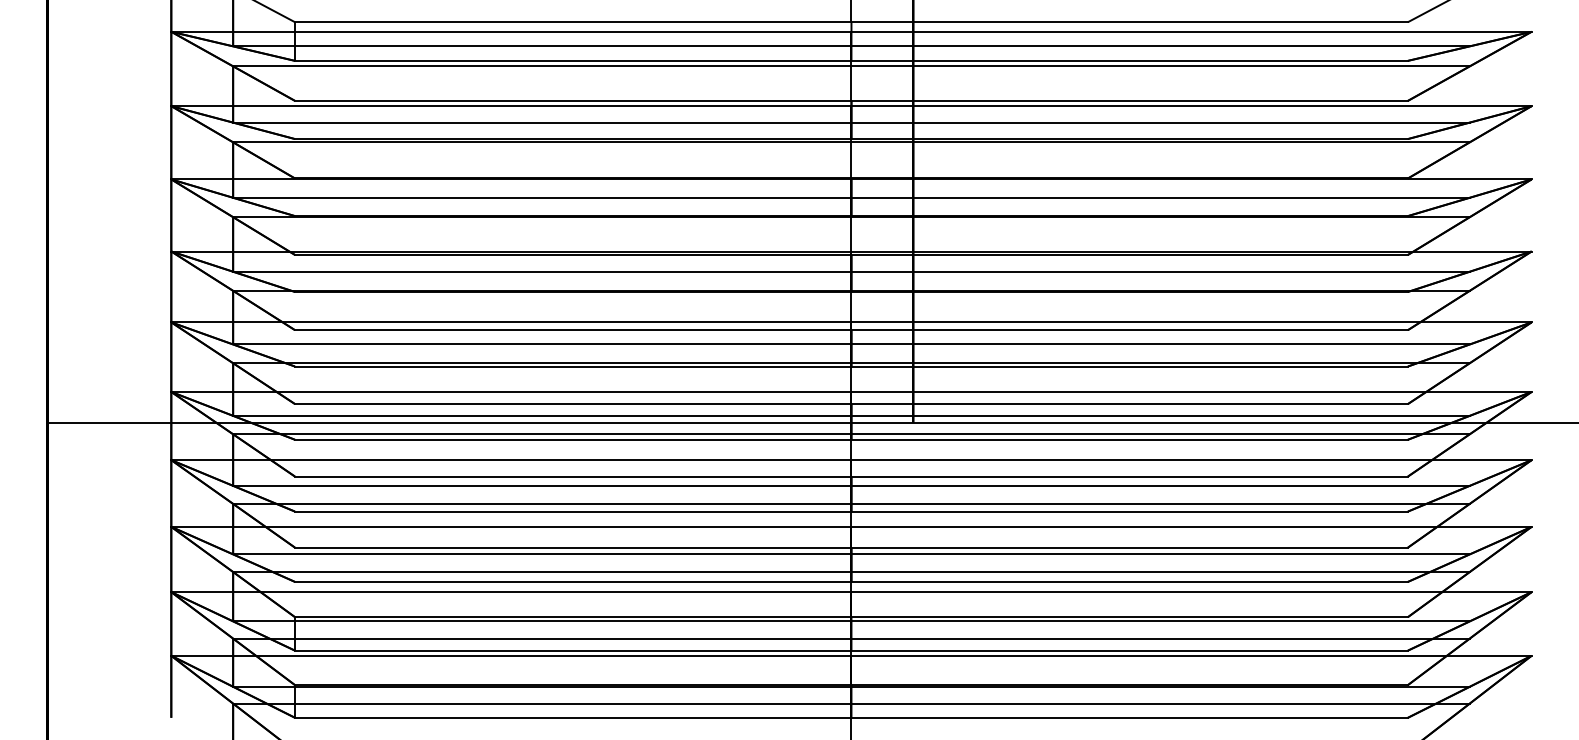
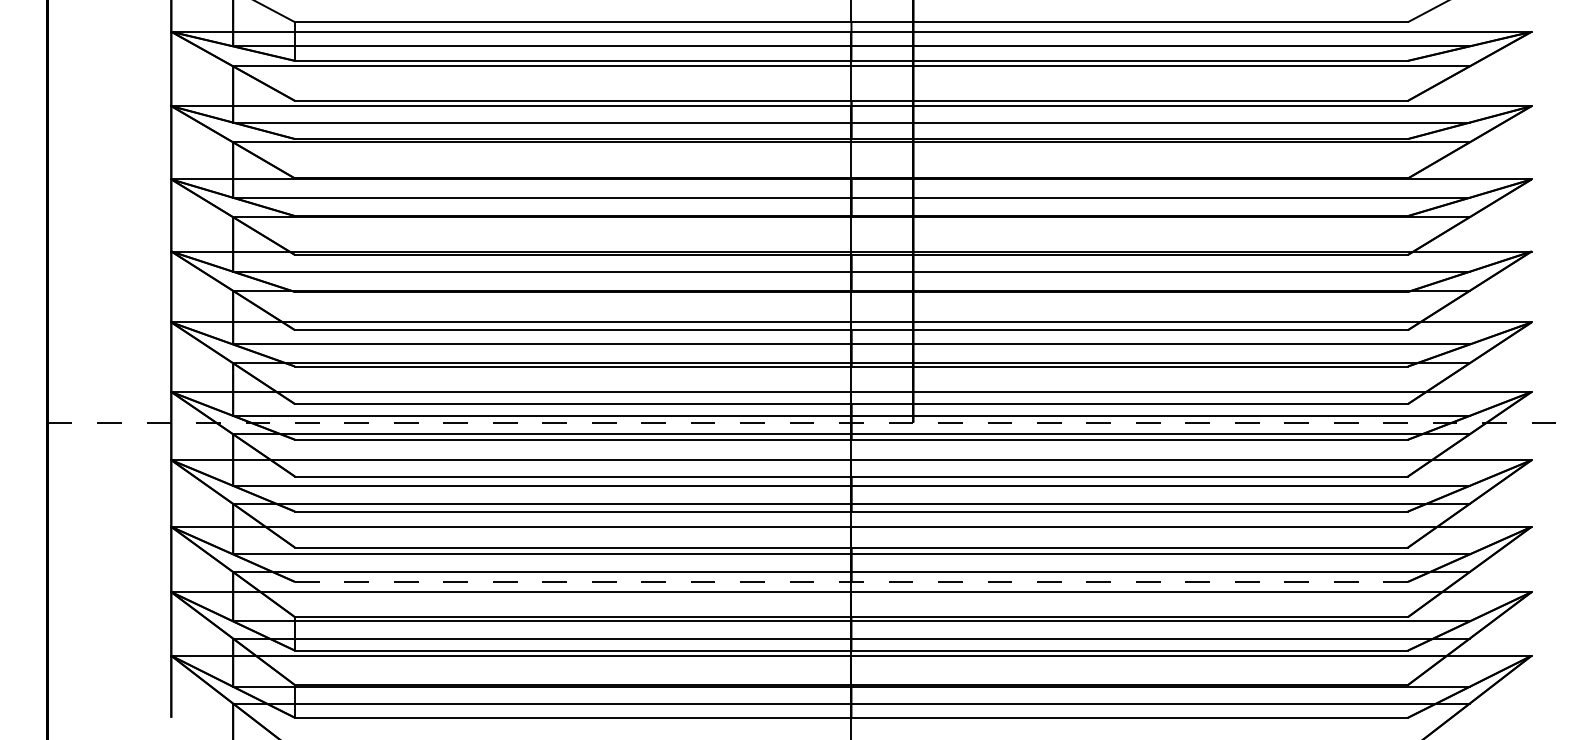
line at (813, 422): solid -> dashed
line at (851, 581): solid -> dashed
